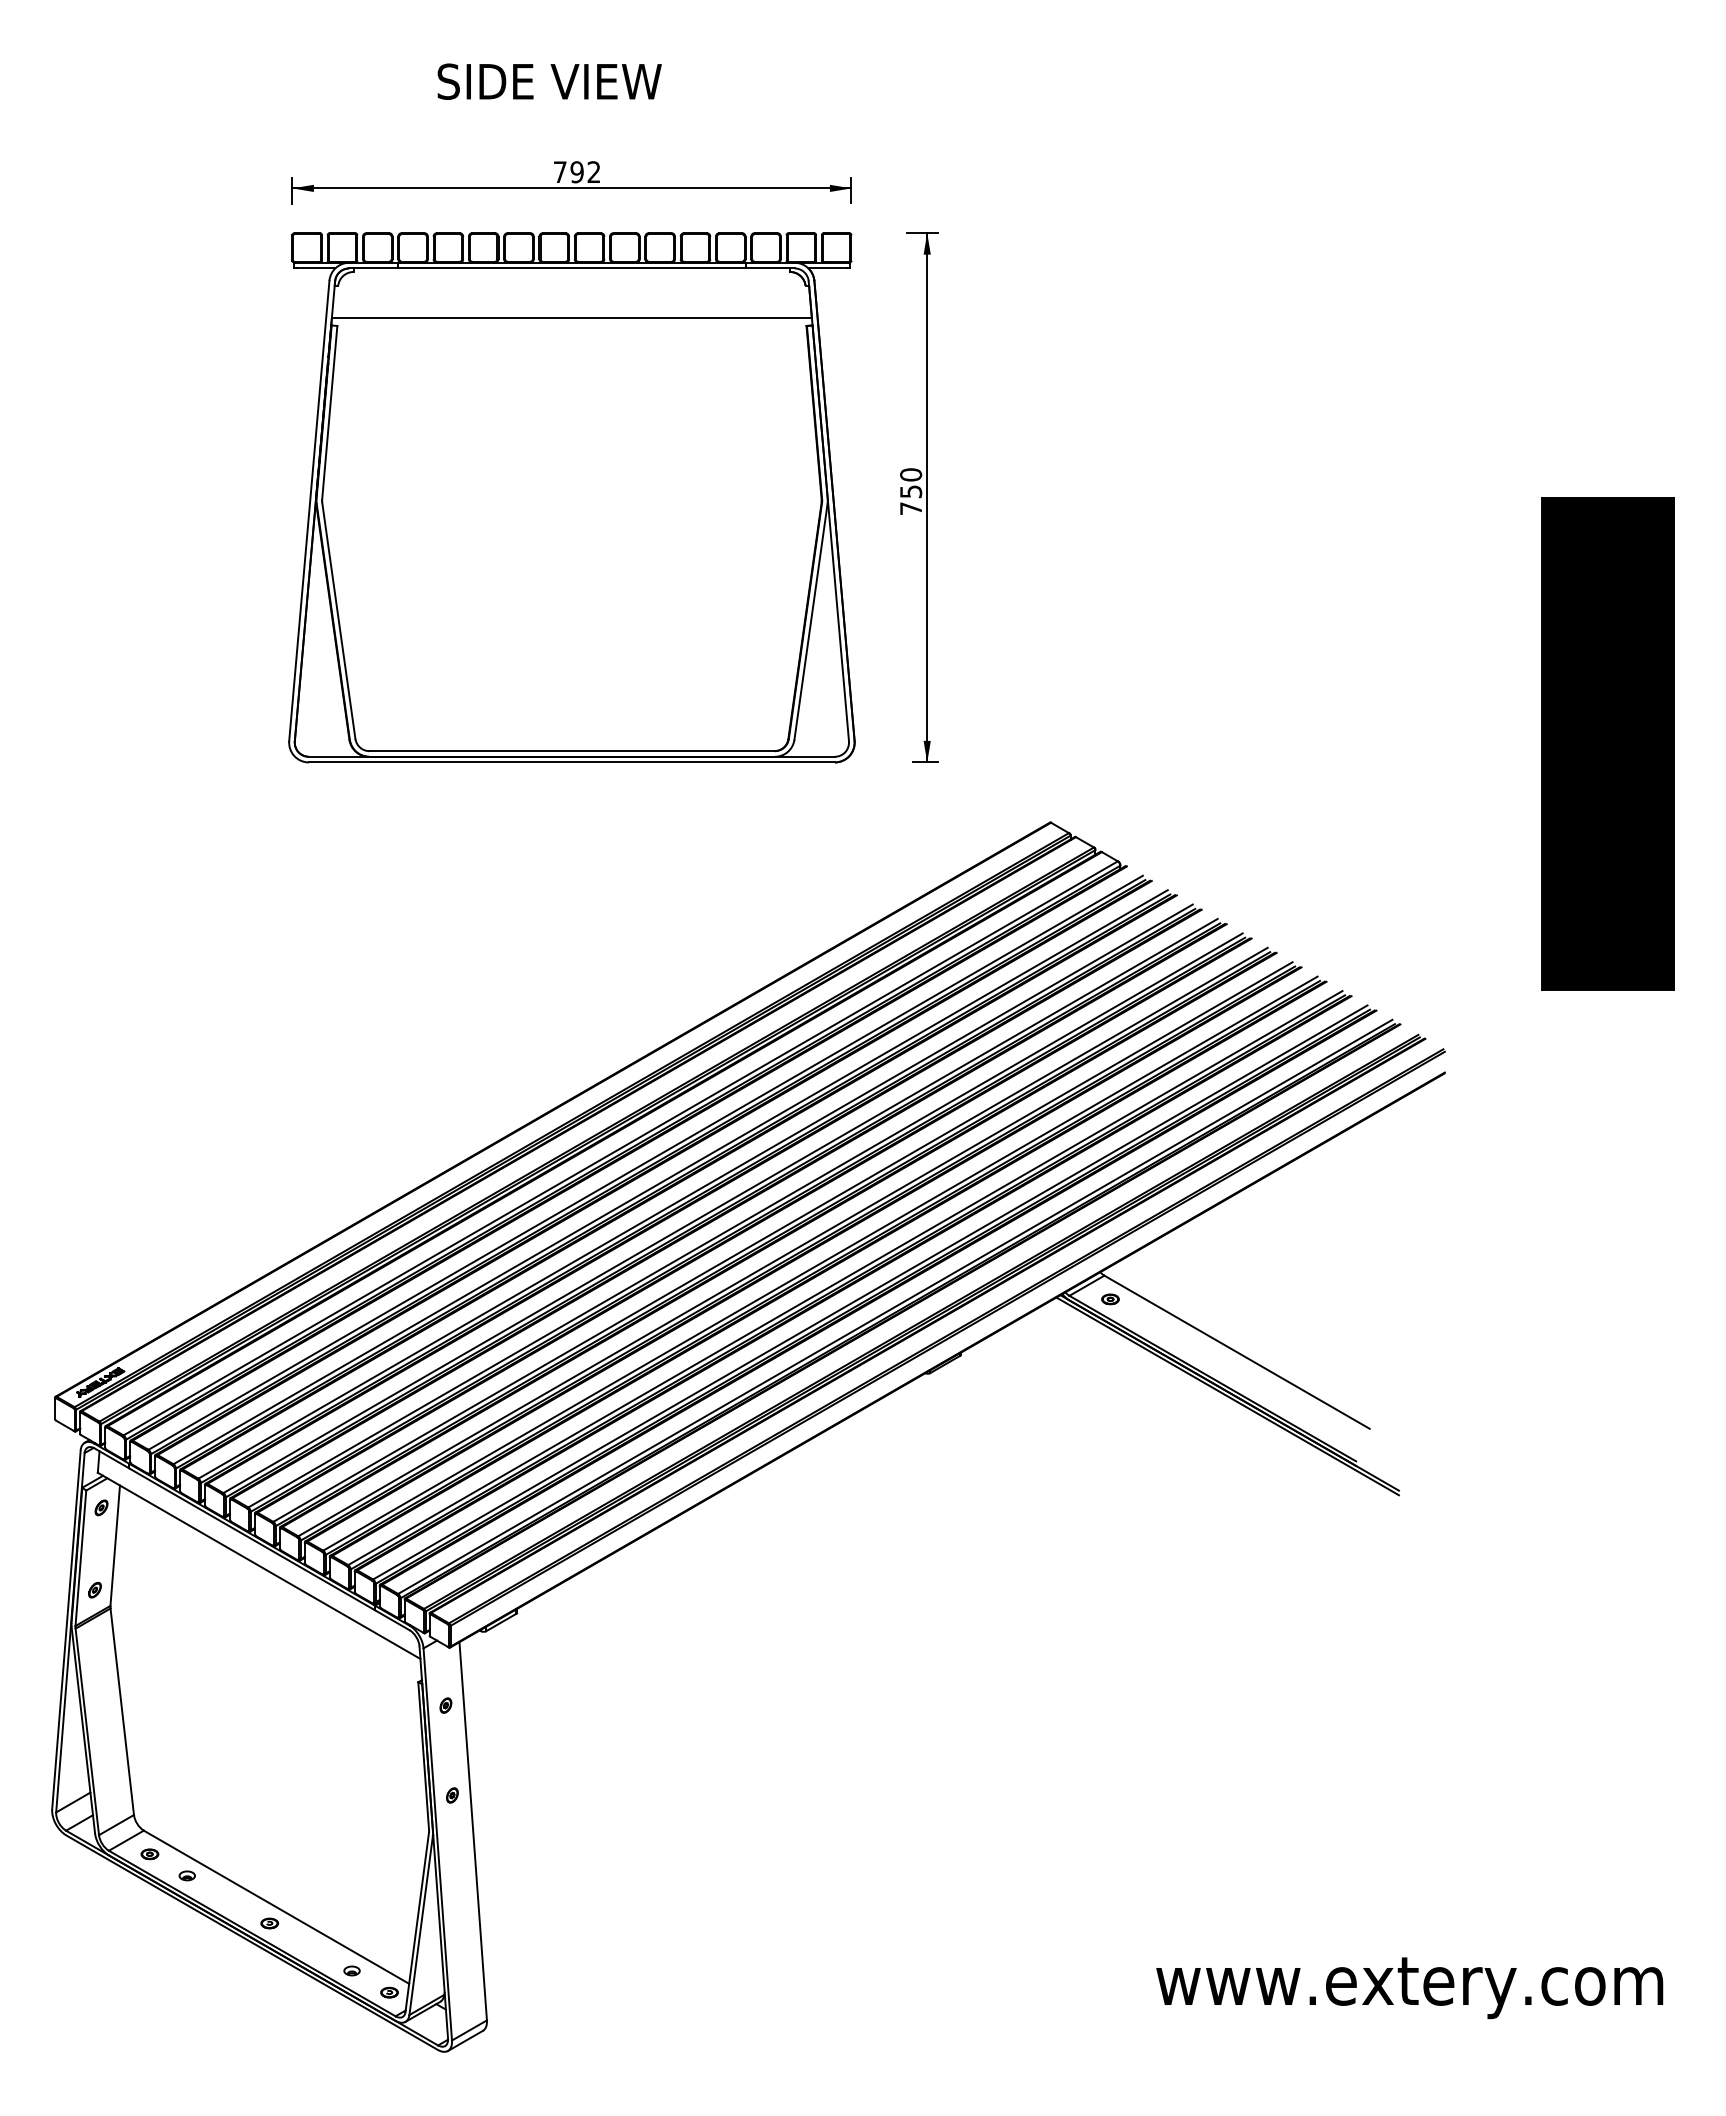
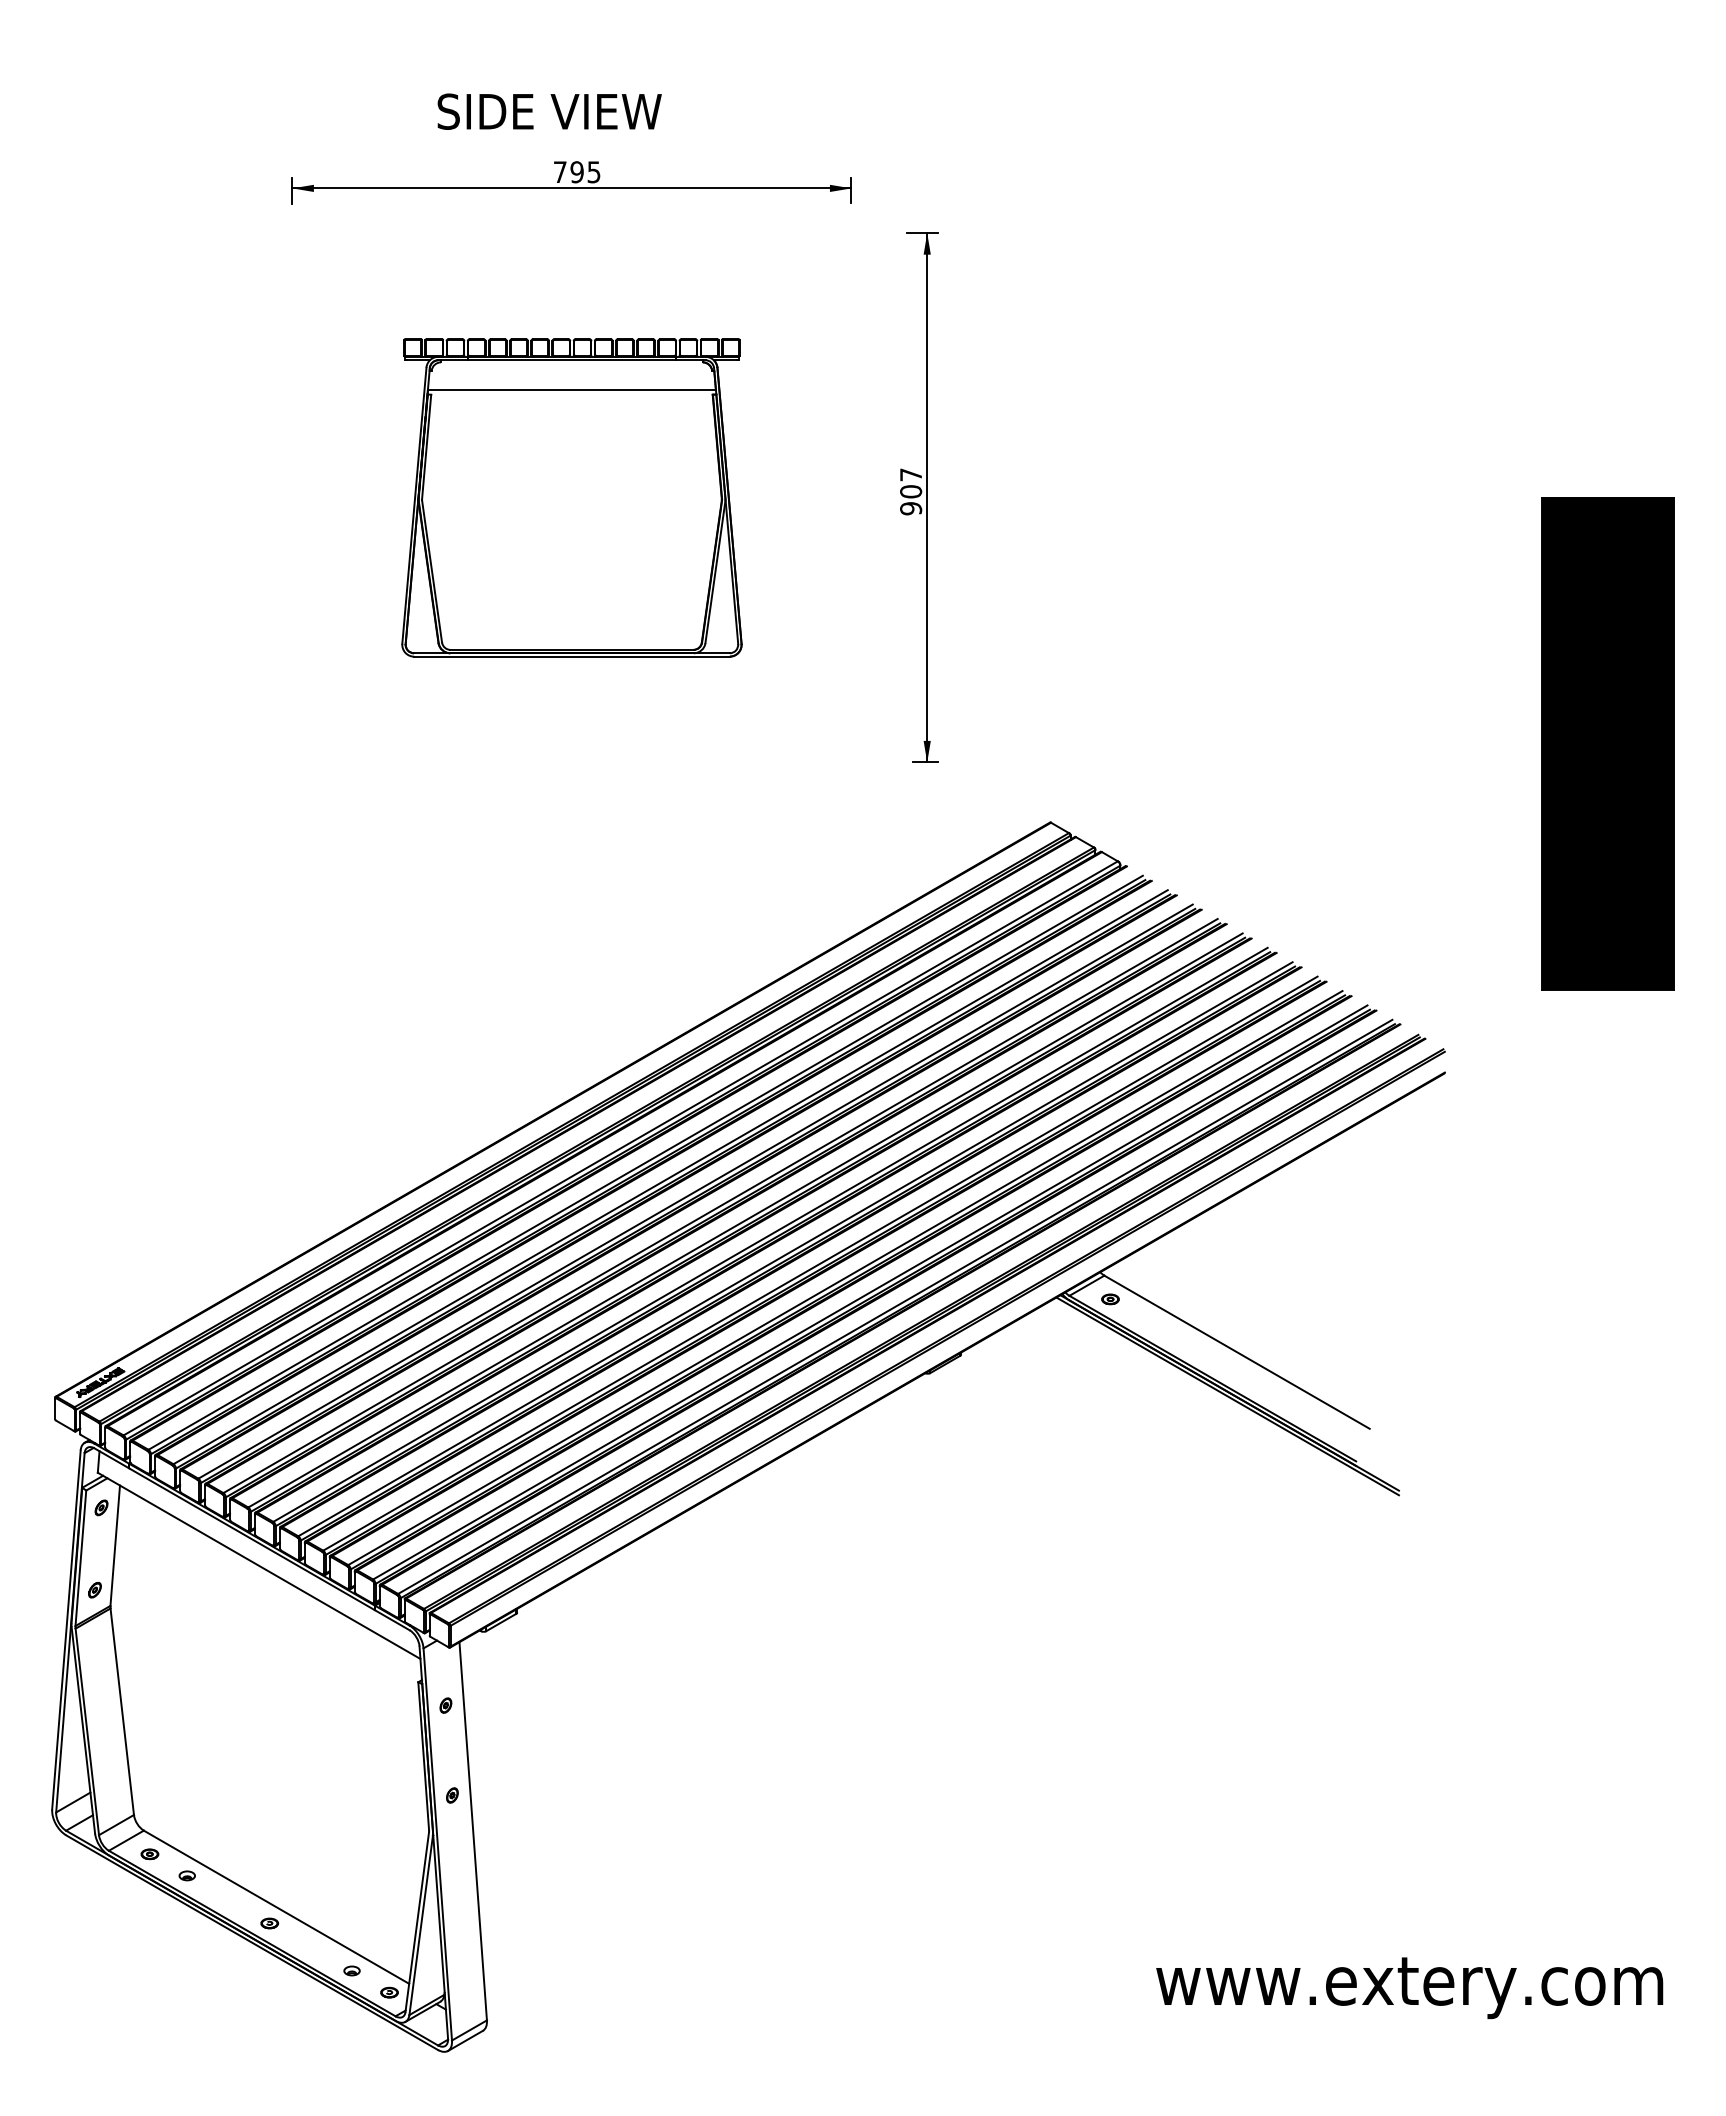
text at (549, 81) position: (549, 81) -> (549, 111)
text at (593, 172): 792 -> 795
text at (911, 491): 750 -> 907
part at (571, 497) size: 568x532 px -> 342x320 px
